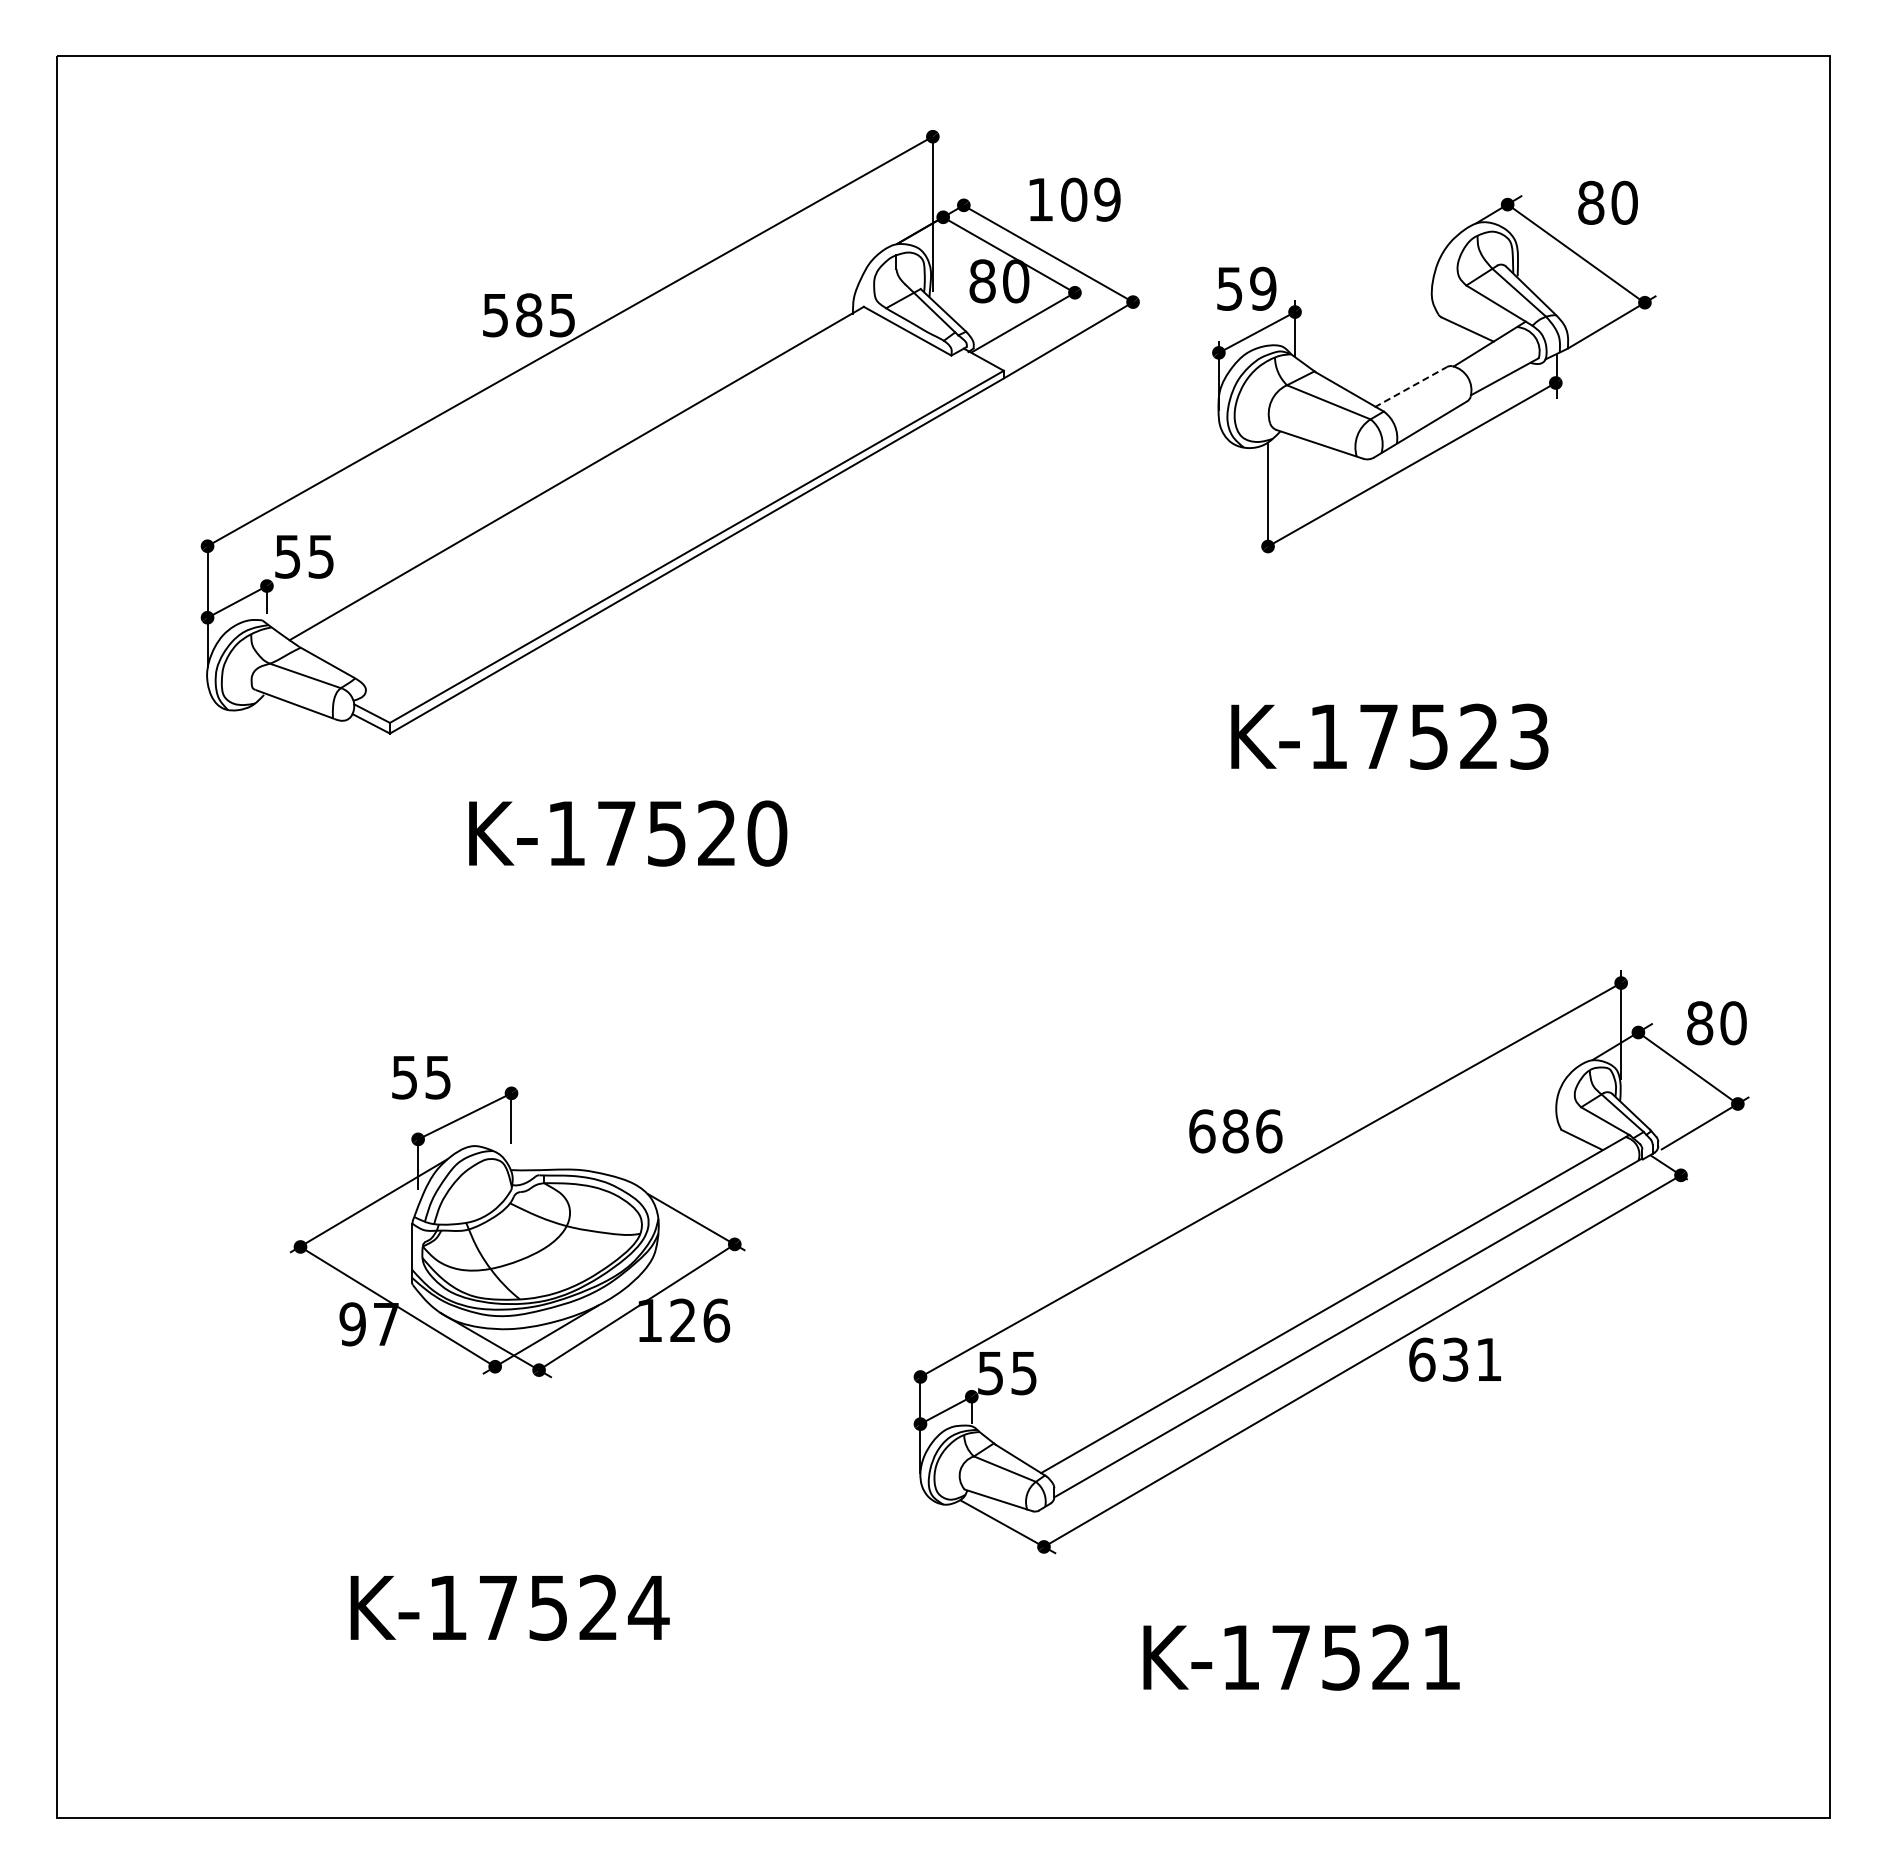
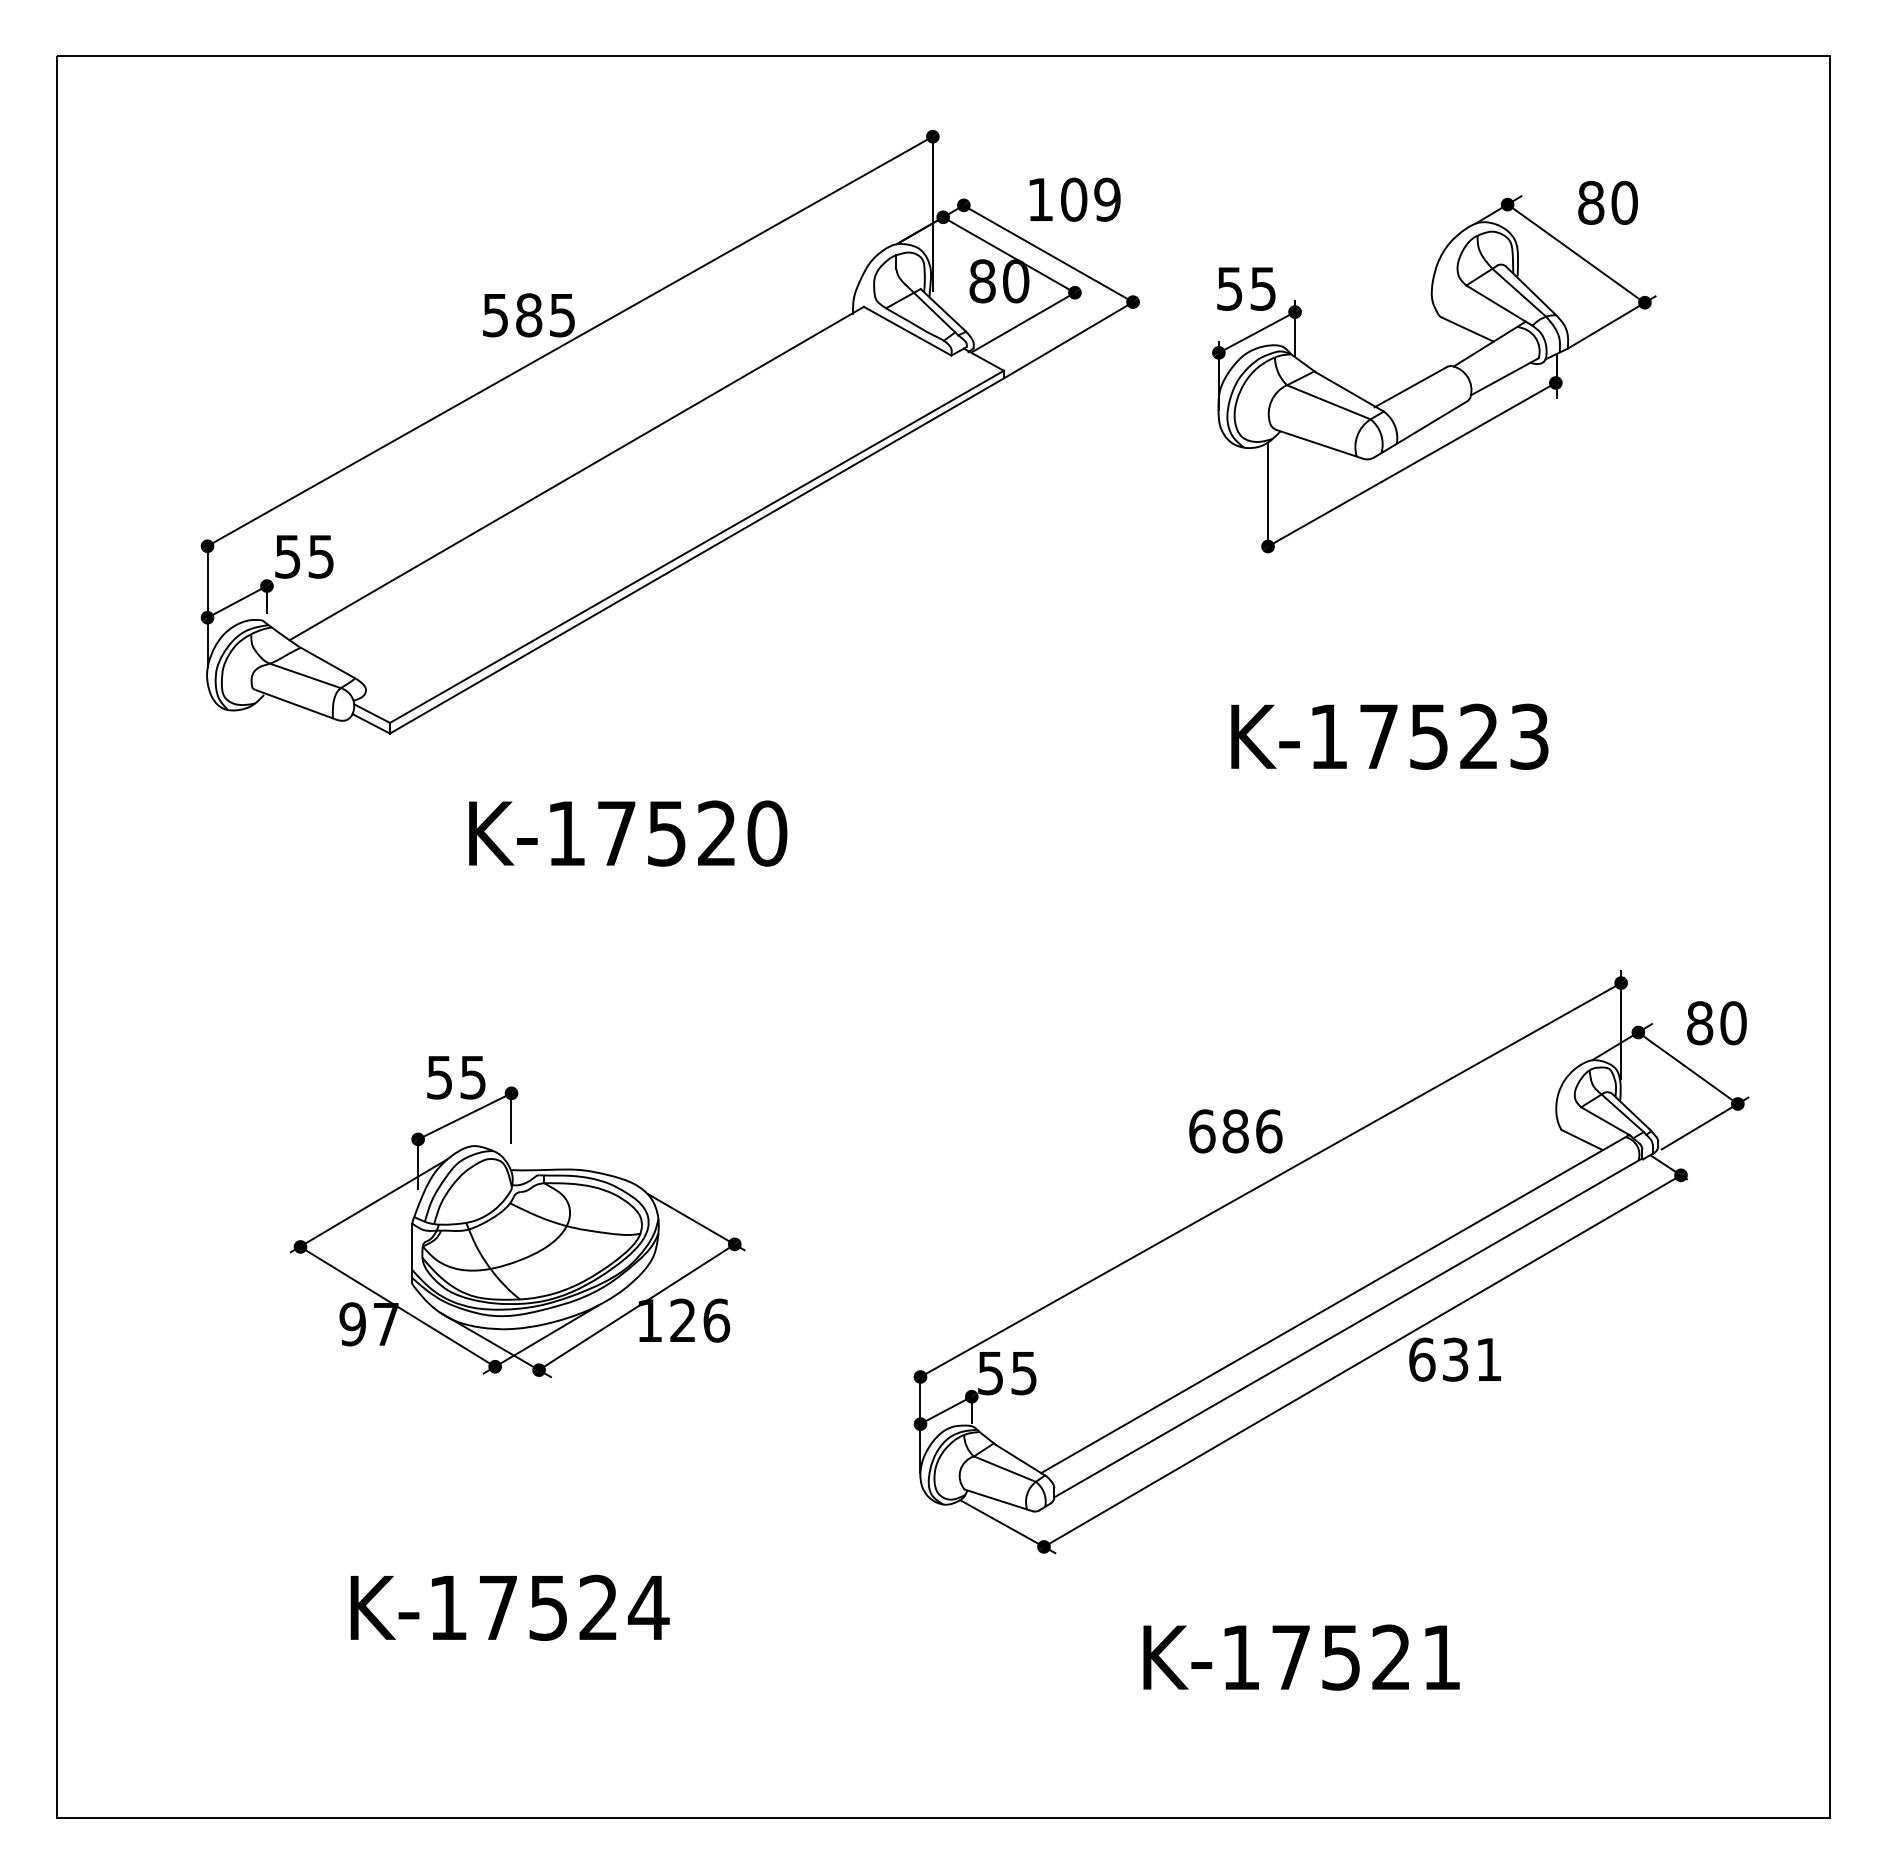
text at (1263, 288): 59 -> 55
line at (1411, 386): dashed -> solid
text at (421, 1077) position: (421, 1077) -> (456, 1077)
